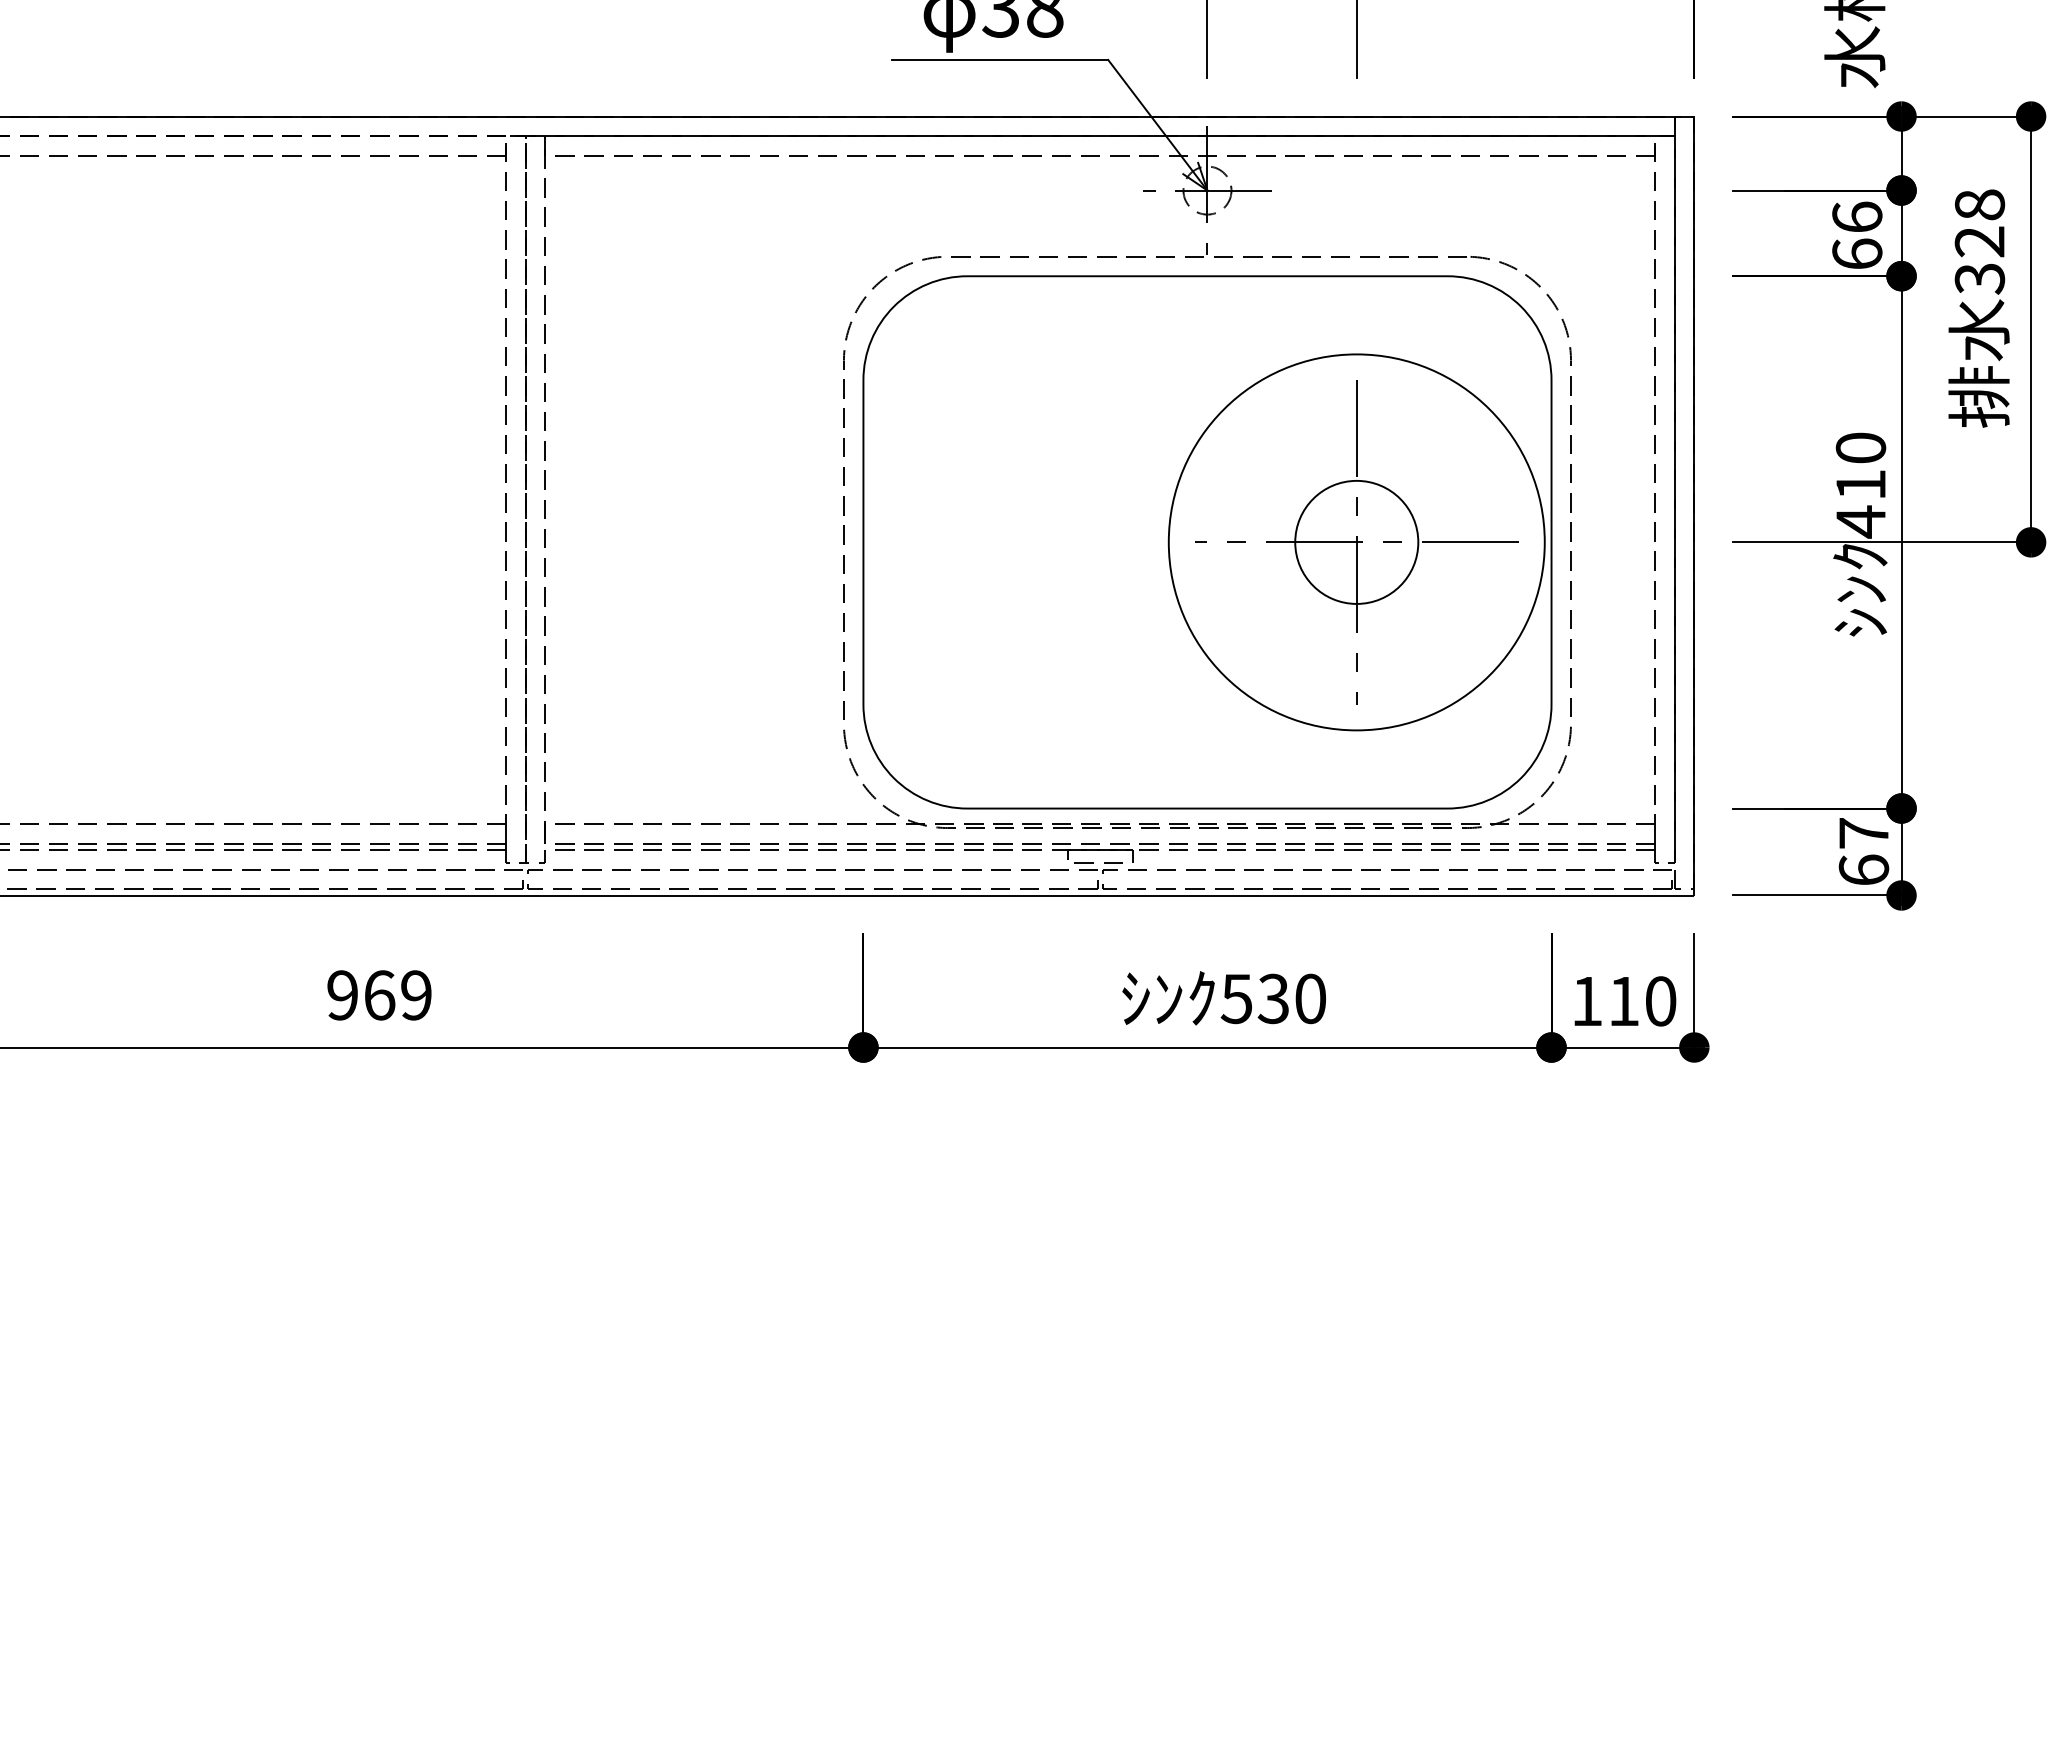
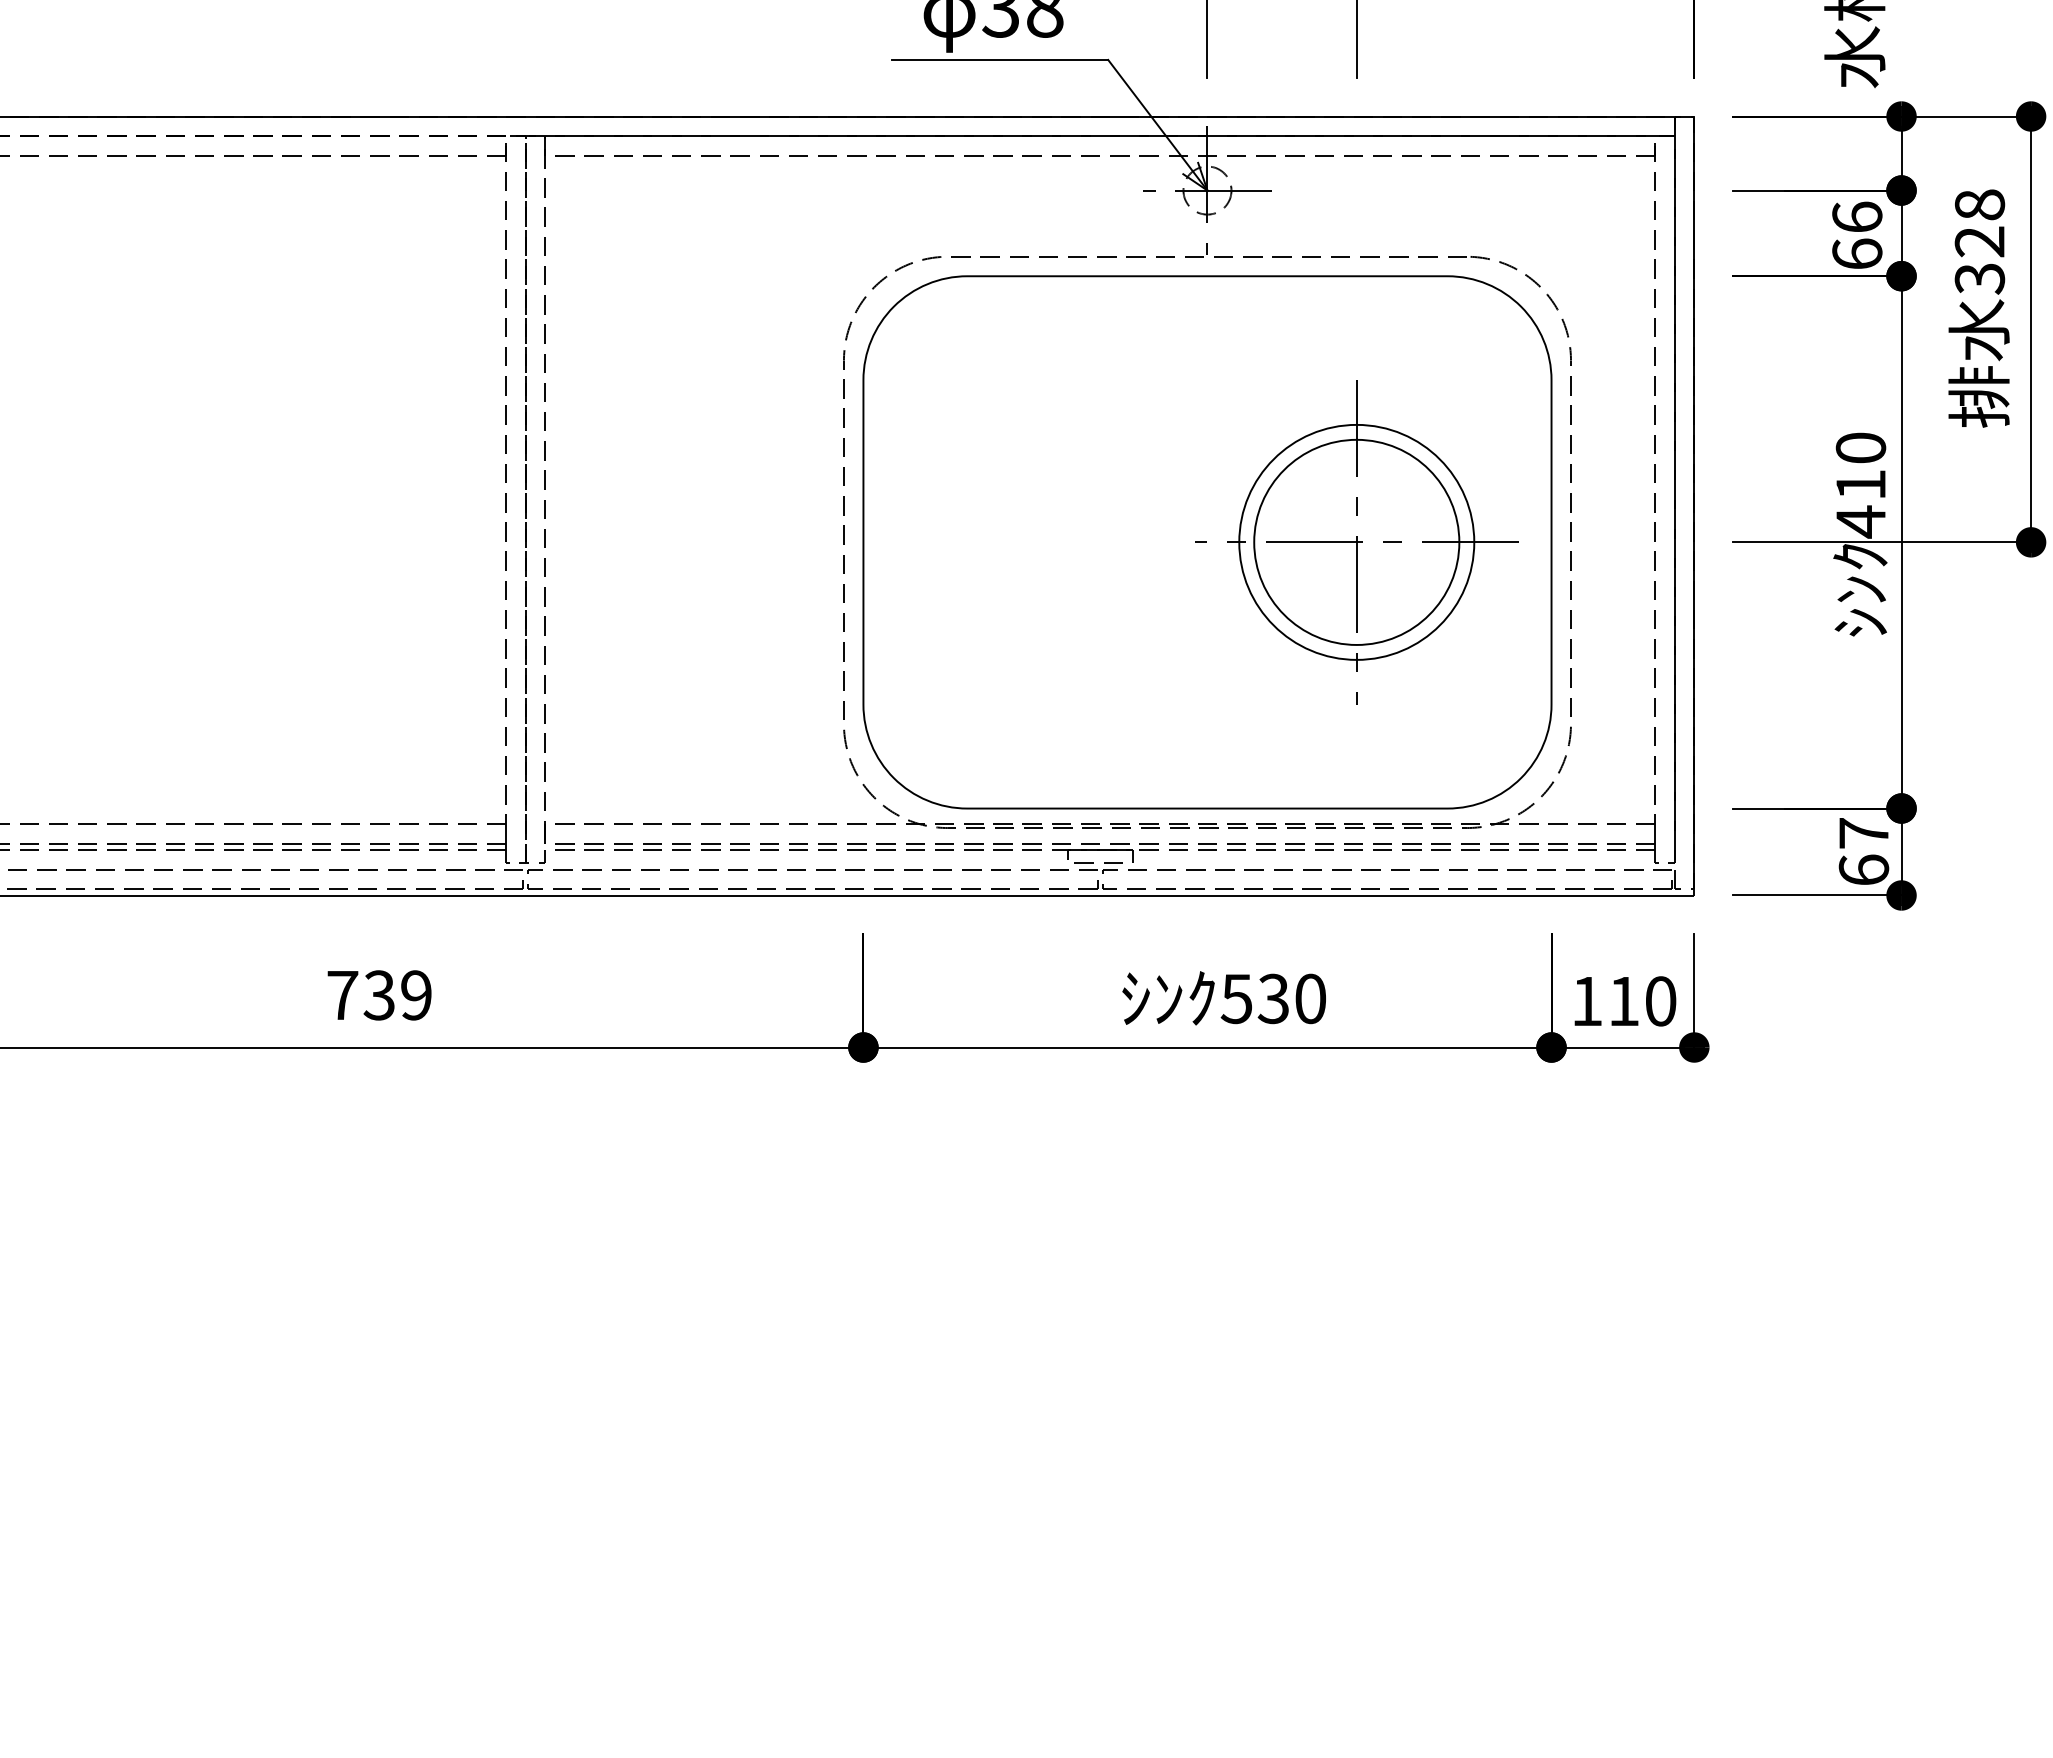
circle at (1356, 541) diameter: 123 px -> 205 px
circle at (1356, 542) diameter: 376 px -> 235 px
text at (361, 995): 969 -> 739
